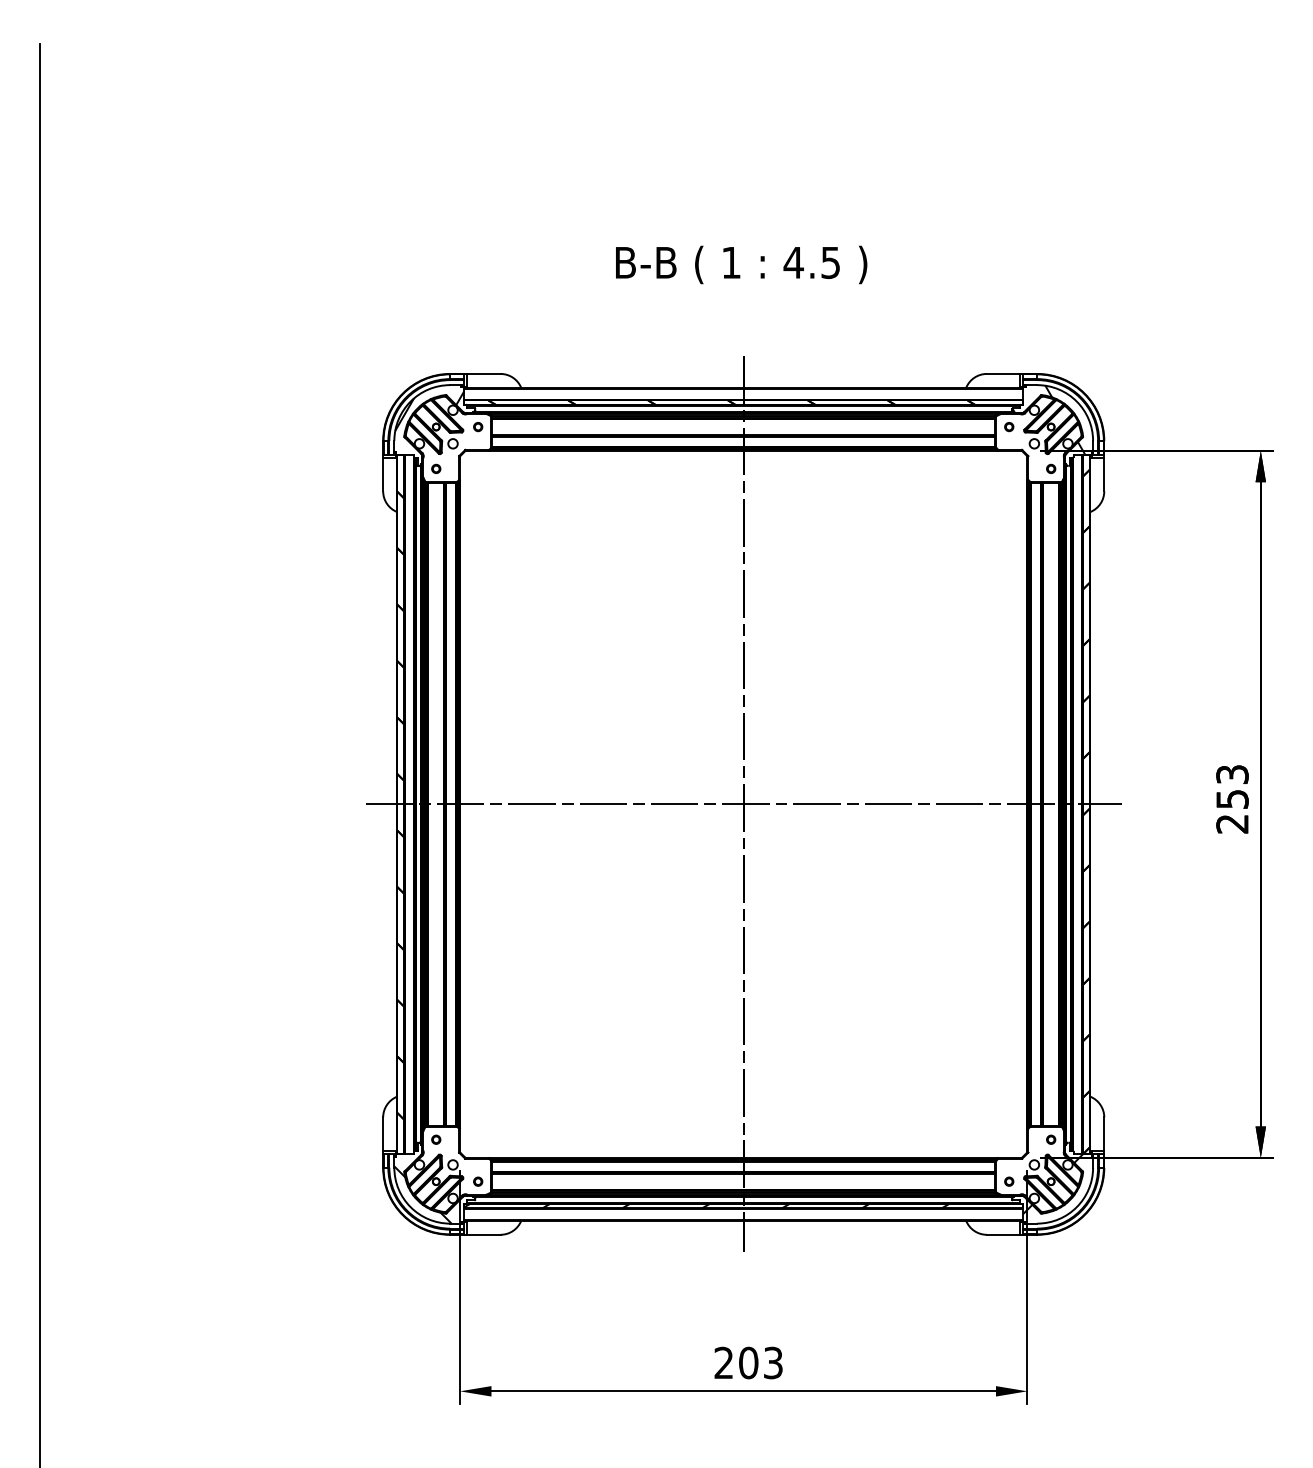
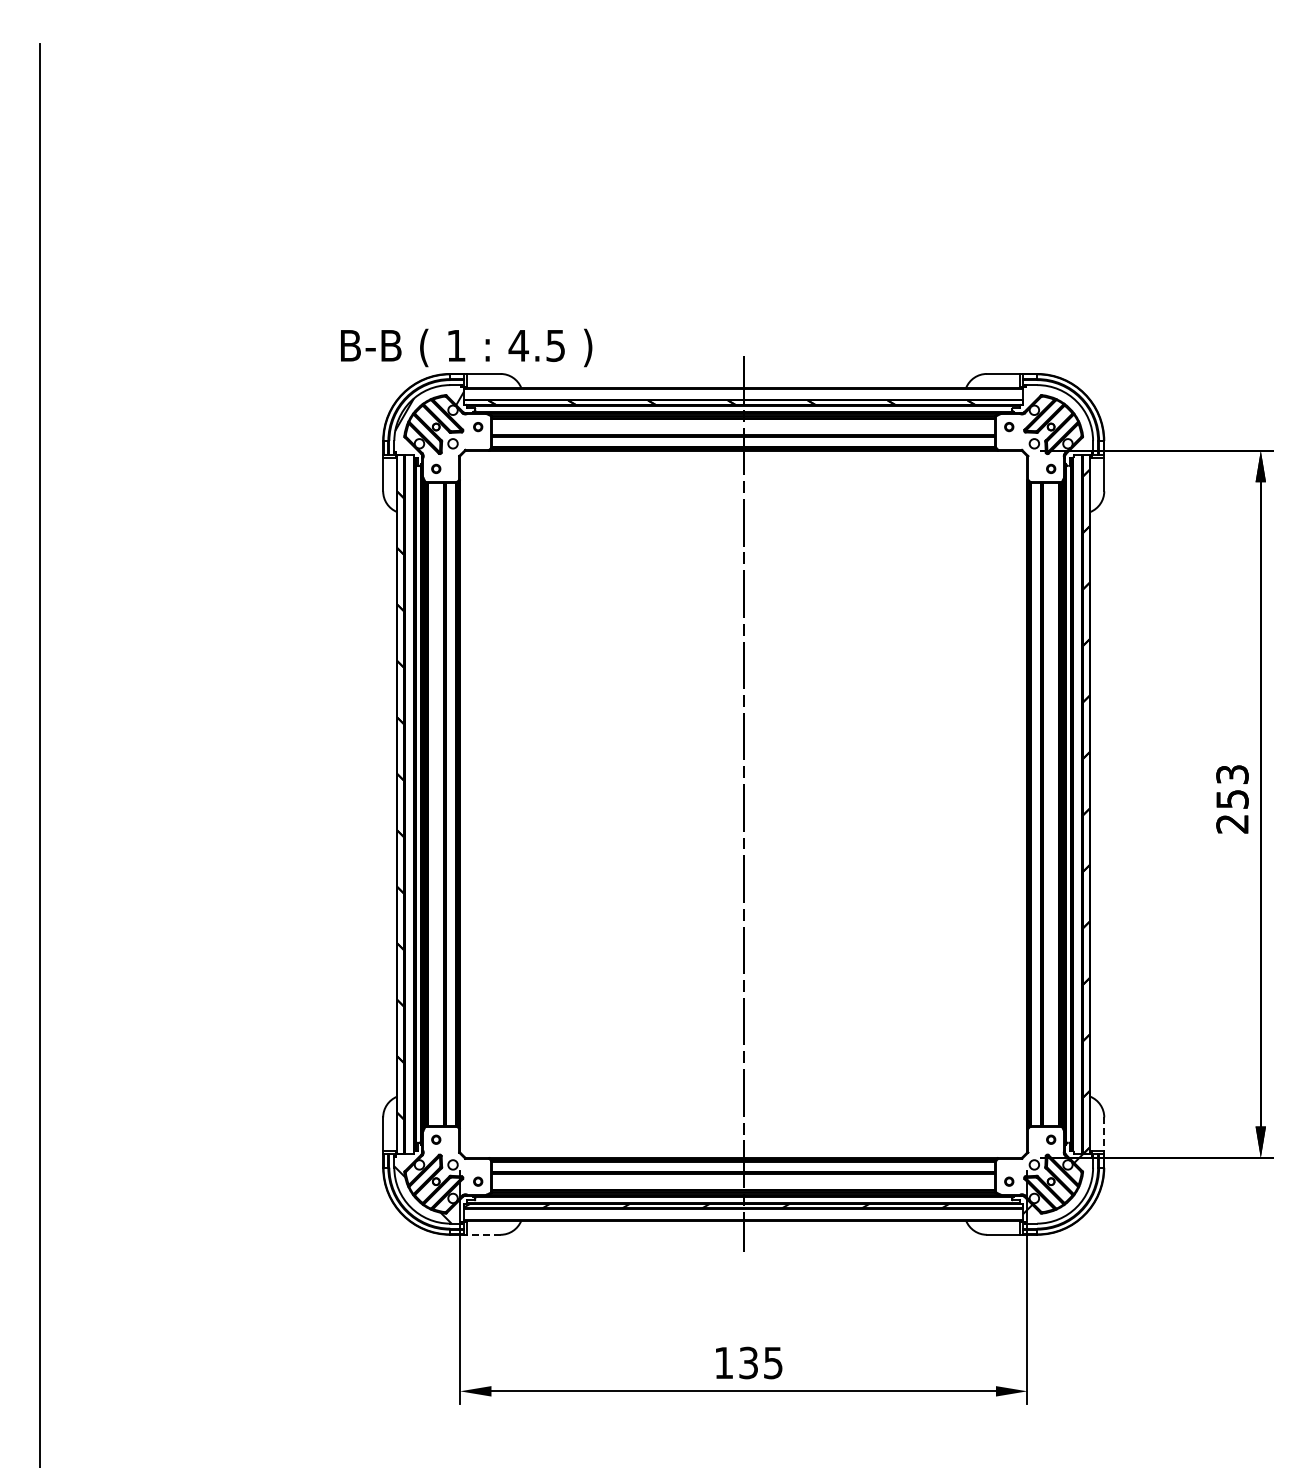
text at (741, 264) position: (741, 264) -> (466, 347)
hatch at (1048, 420): present -> none
line at (743, 804): present -> none
line at (1104, 1134): solid -> dashed
line at (483, 1234): solid -> dashed
text at (748, 1362): 203 -> 135
